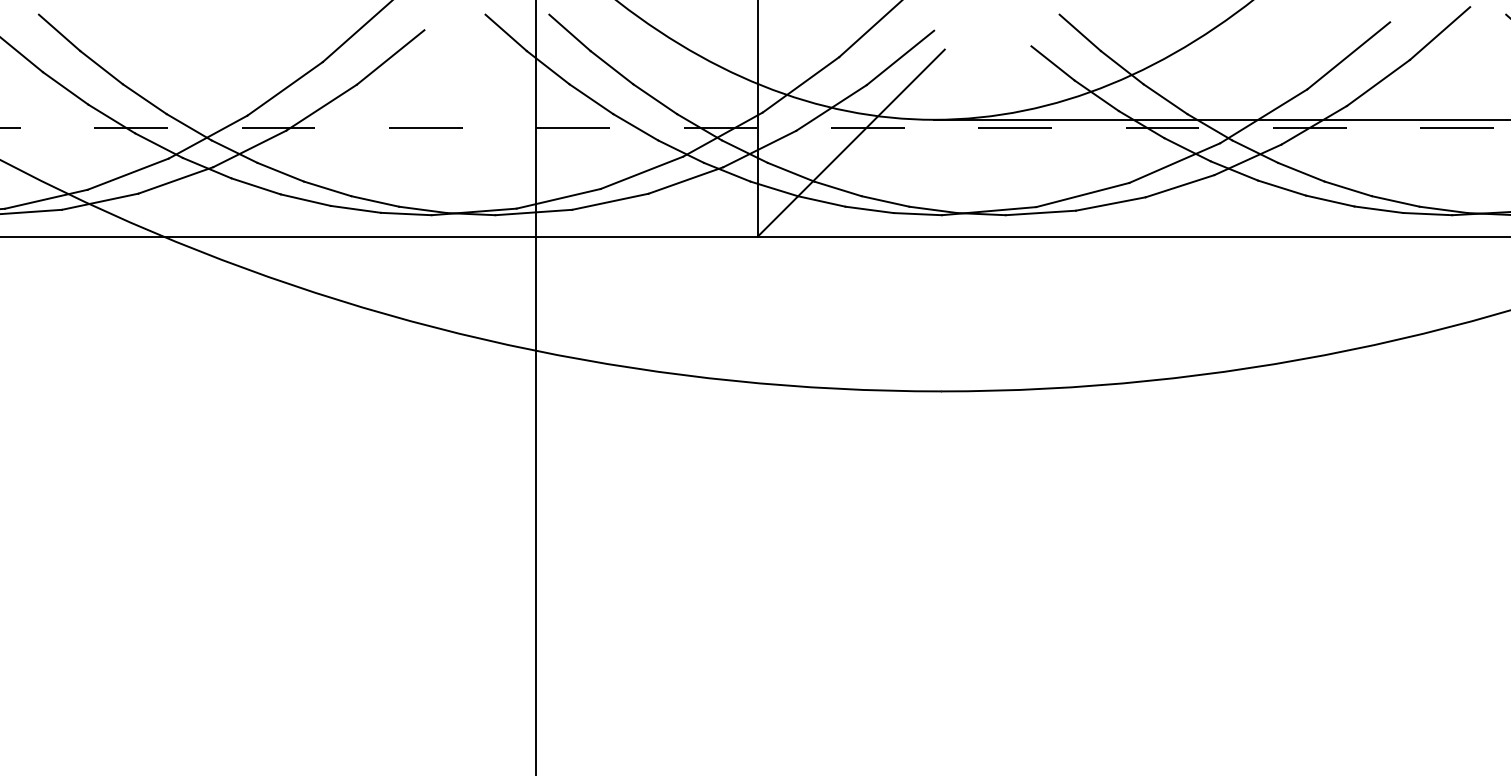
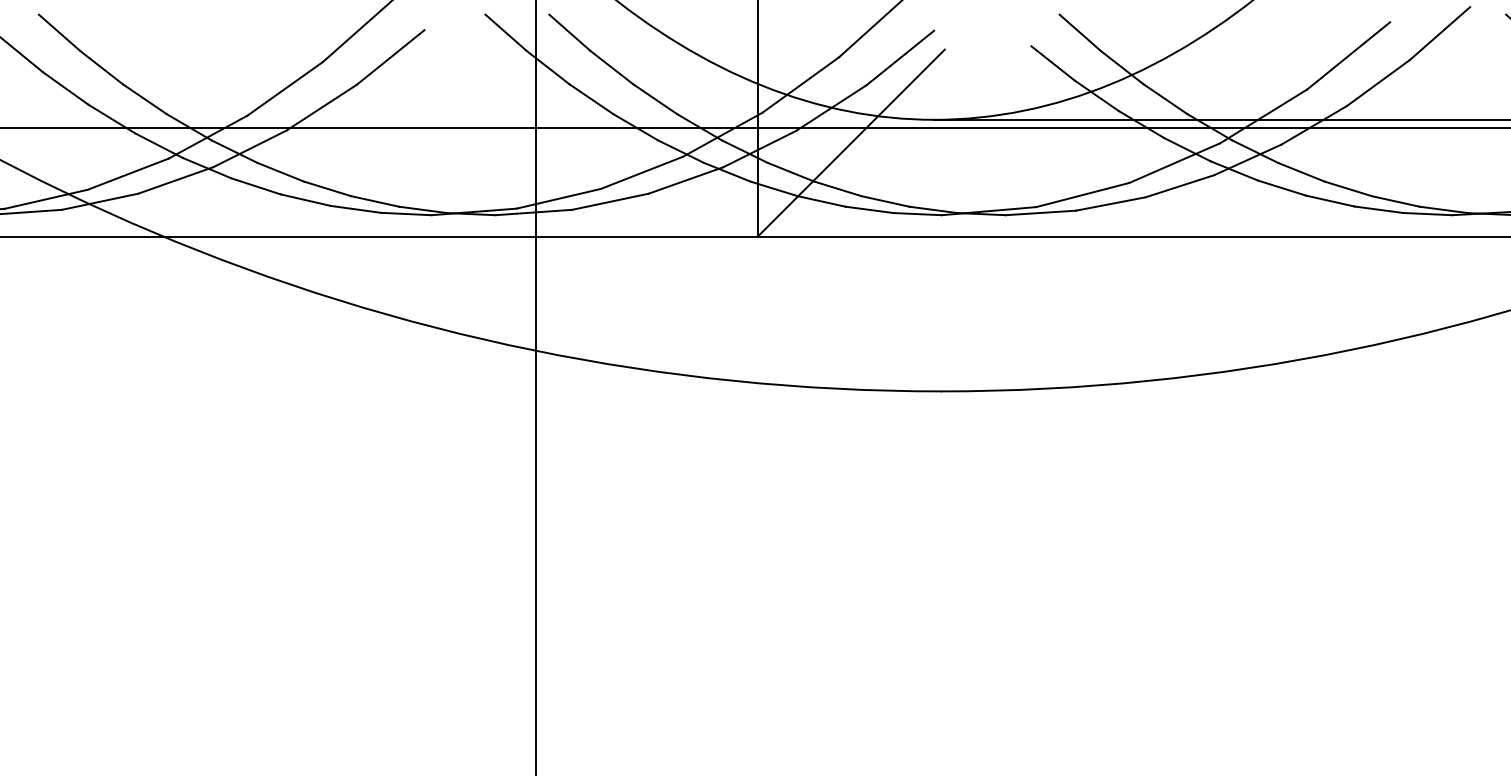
line at (755, 127): dashed -> solid
